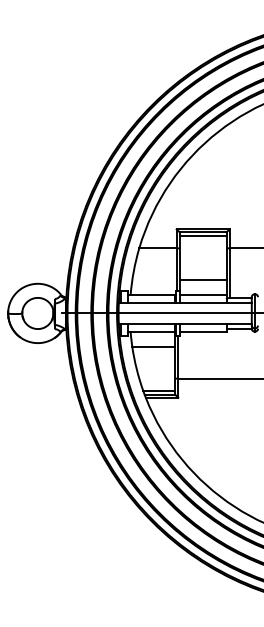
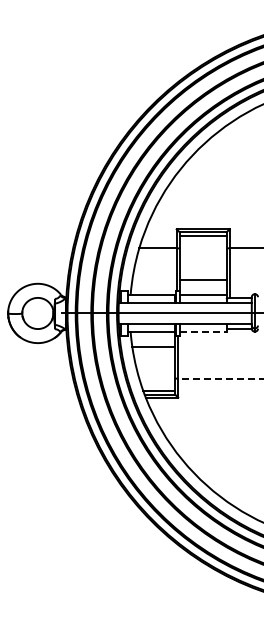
line at (203, 332): solid -> dashed
line at (221, 378): solid -> dashed
